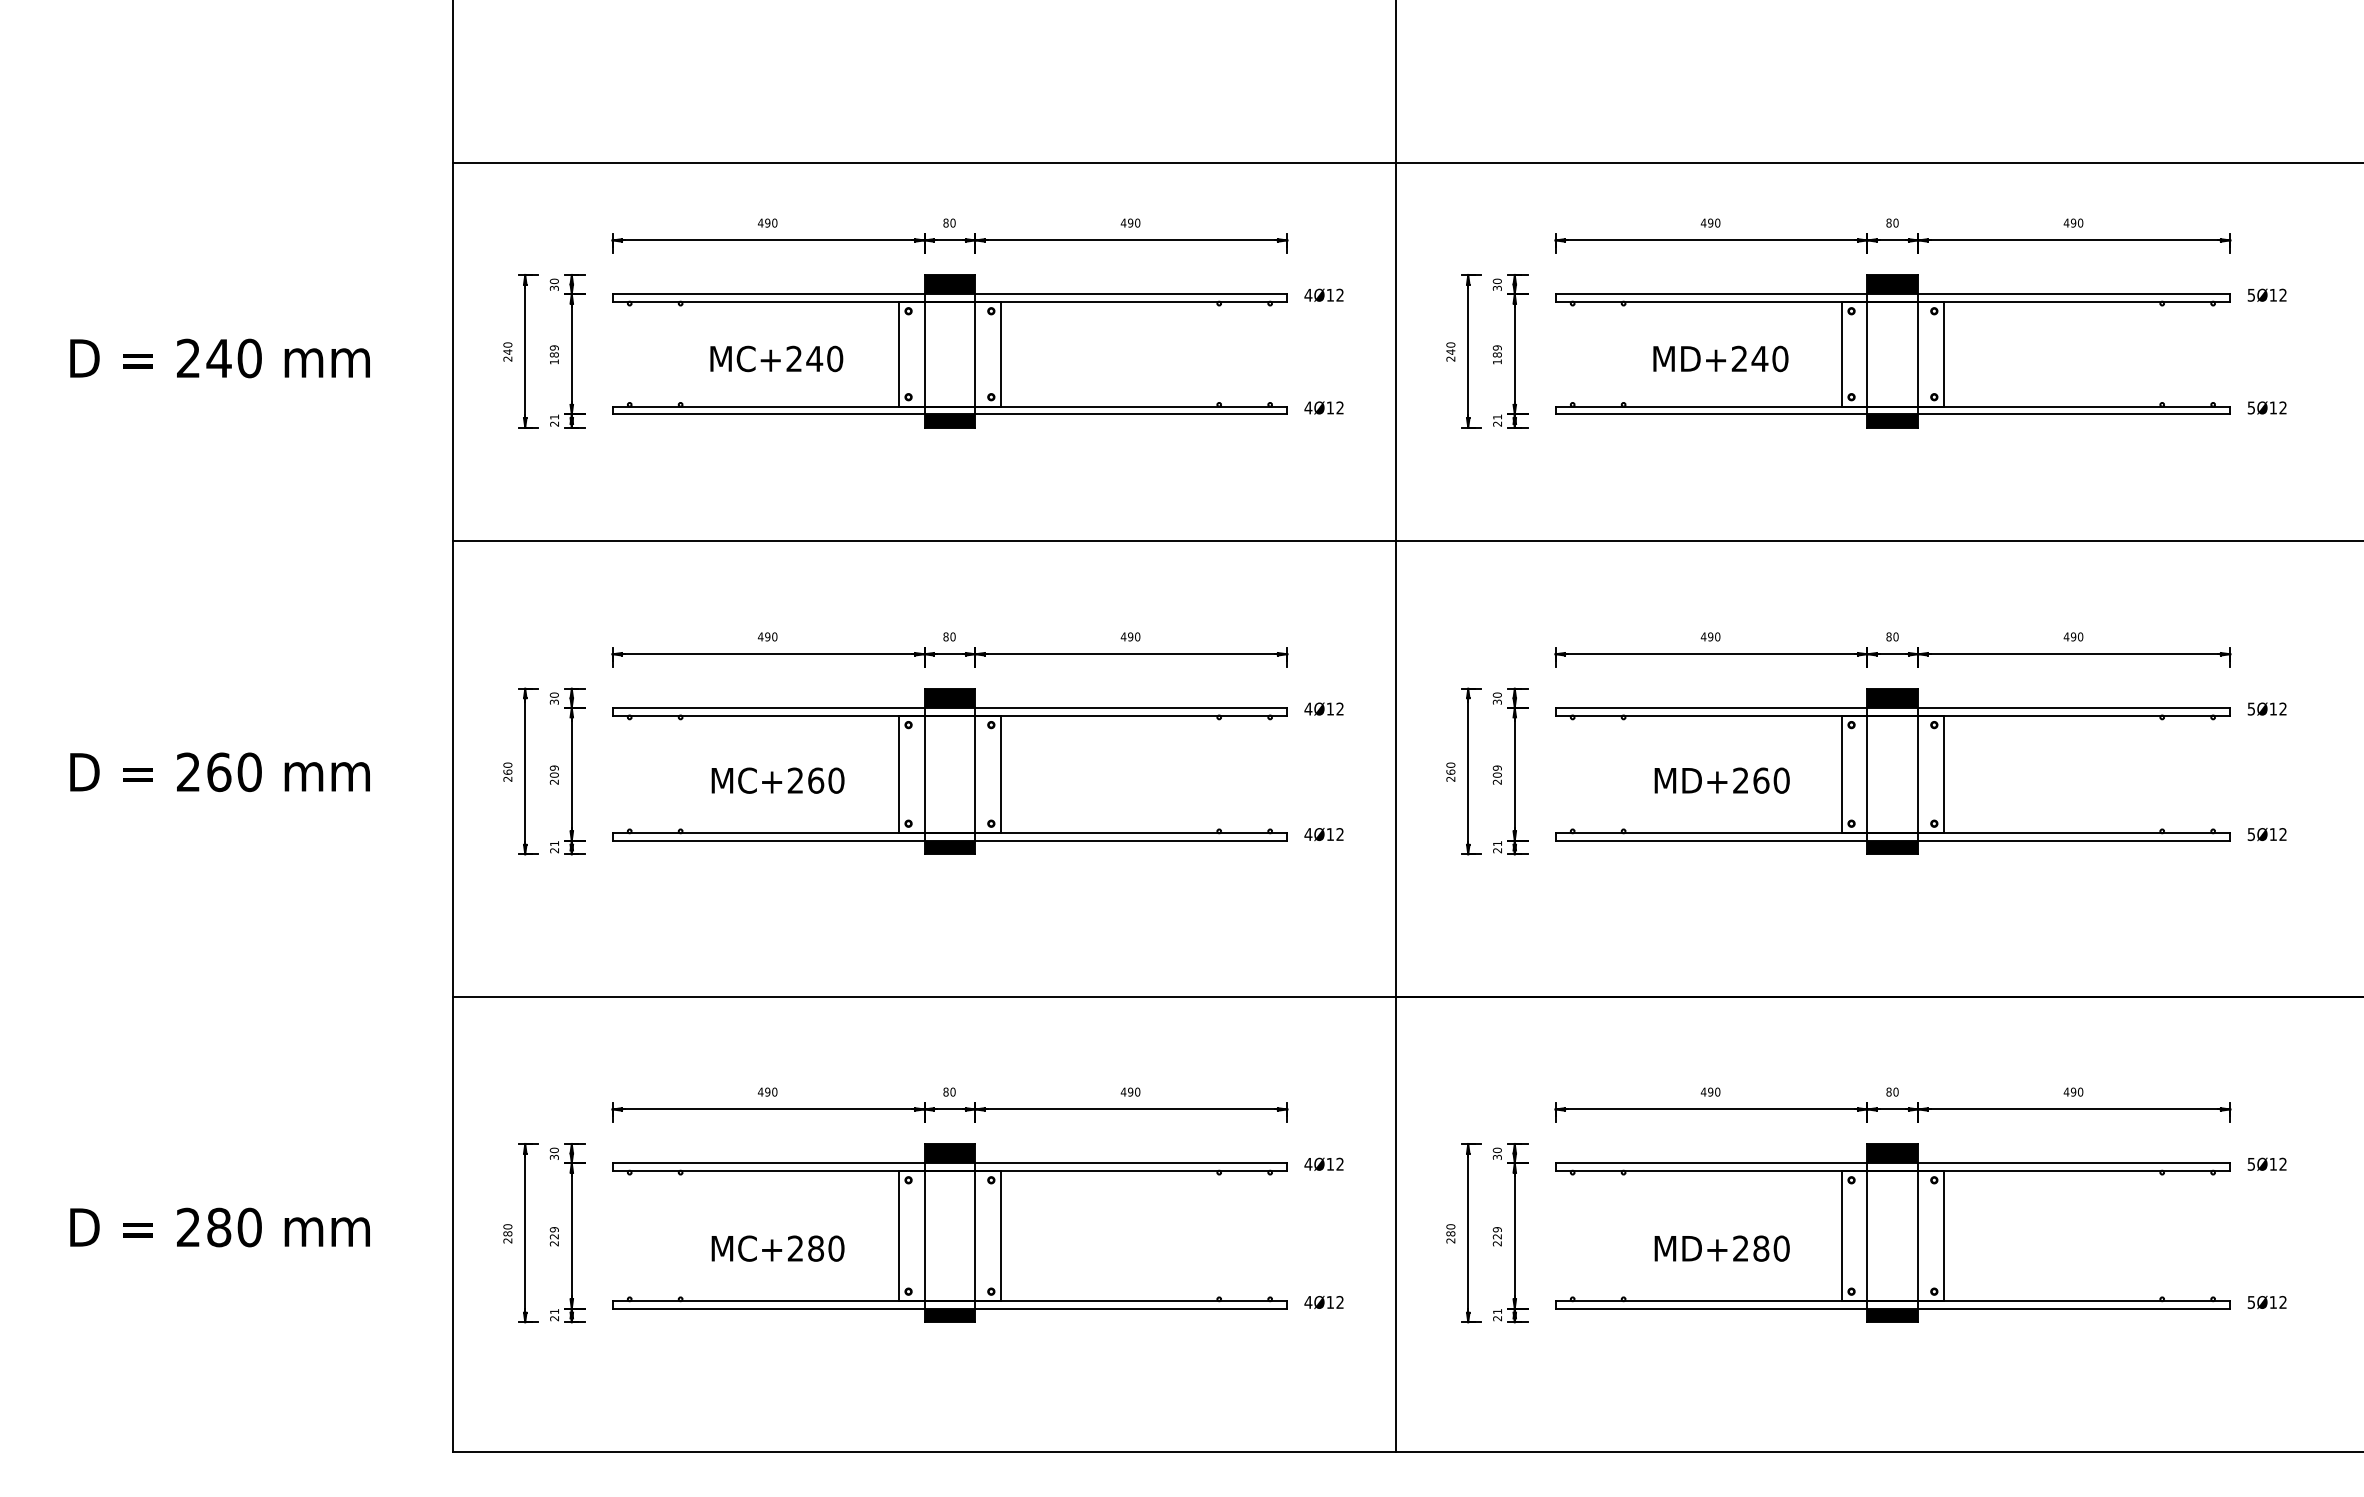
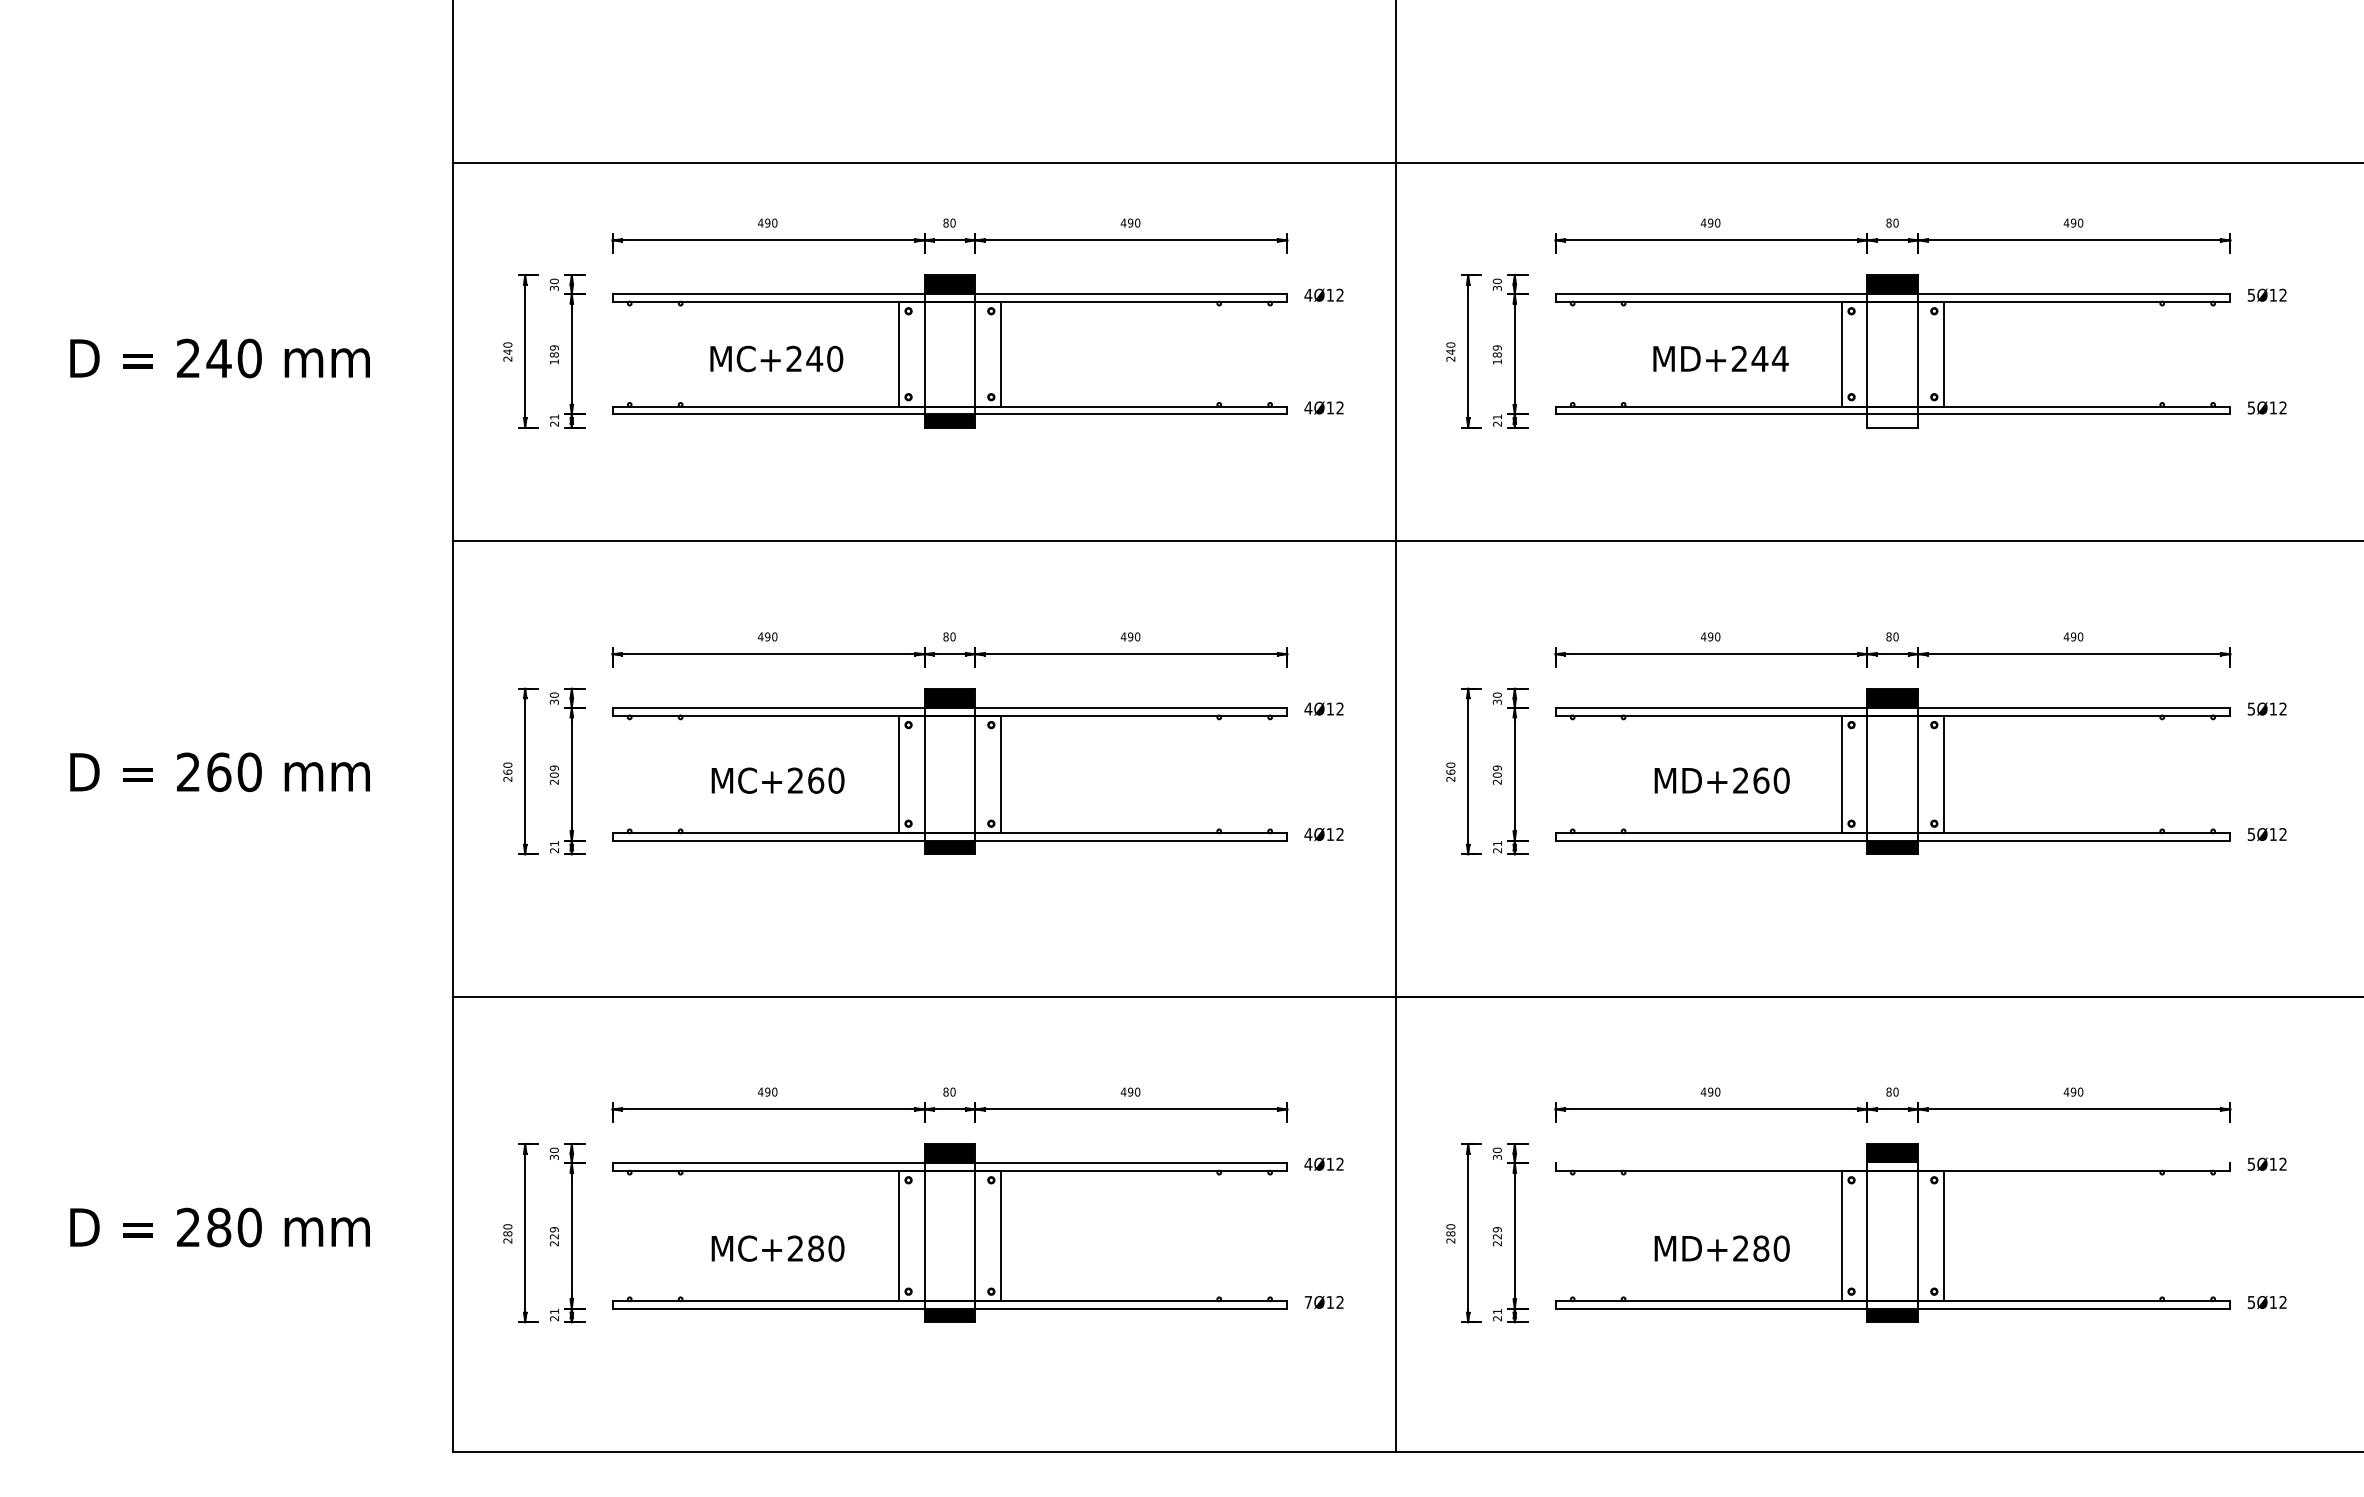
text at (1779, 358): MD+240 -> MD+244
fill at (1892, 420): present -> none
line at (1892, 1163): present -> none
text at (1308, 1302): 4Ø12 -> 7Ø12
